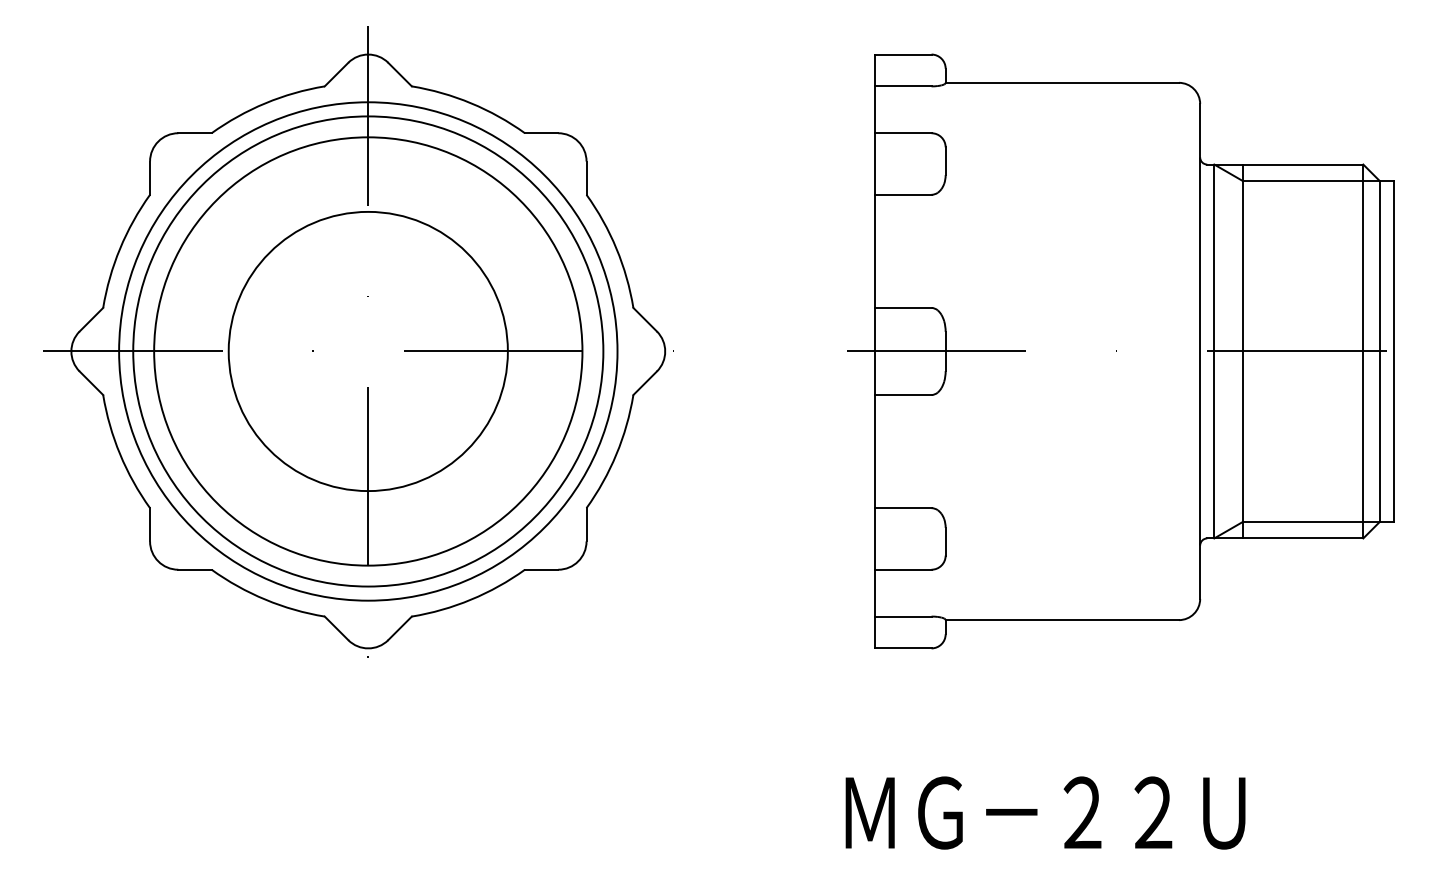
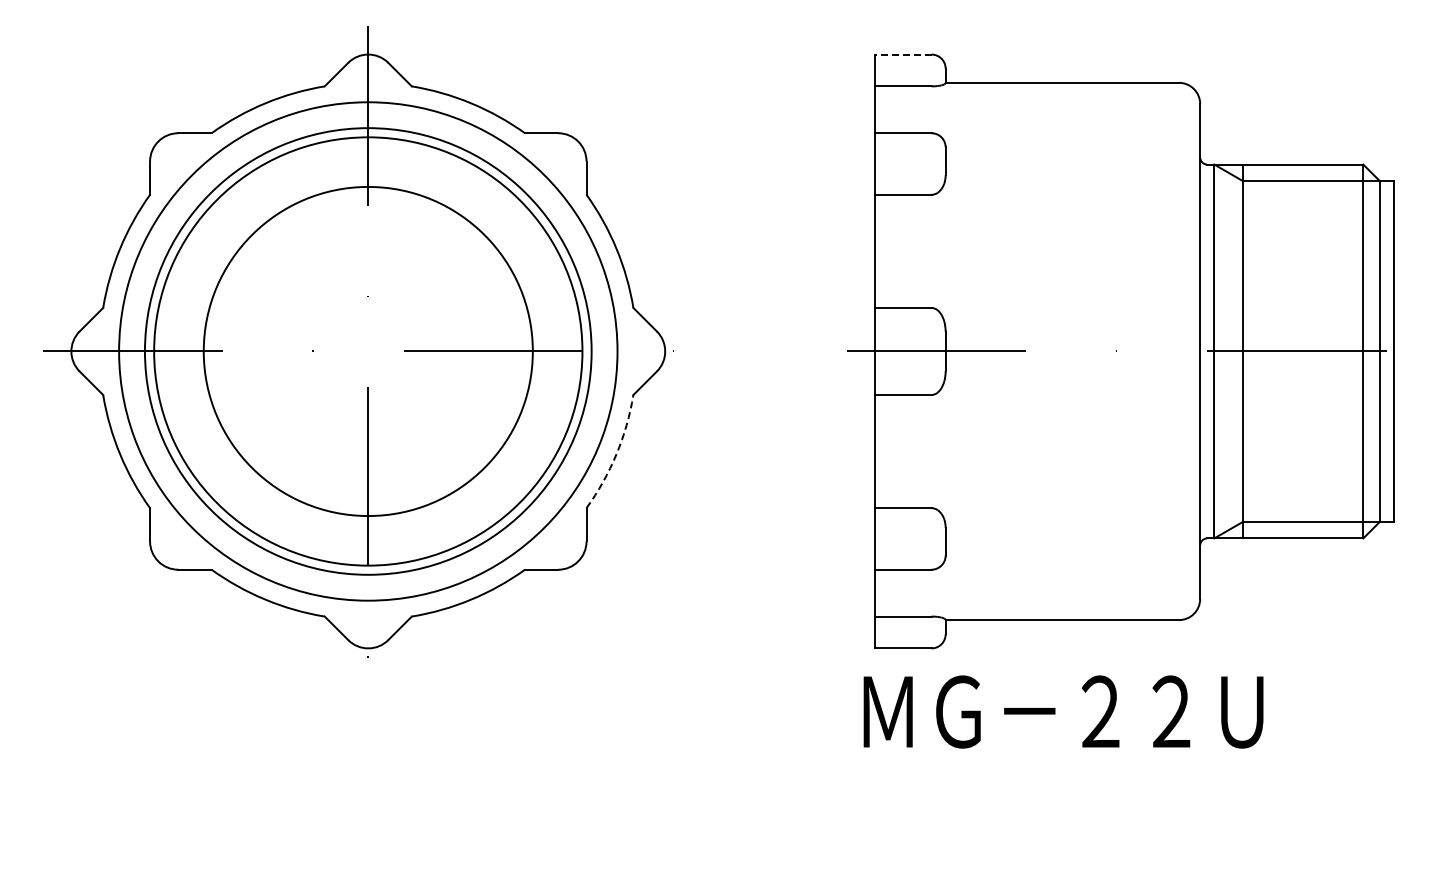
line at (902, 54): solid -> dashed
circle at (367, 351) diameter: 279 px -> 447 px
circle at (368, 351) diameter: 470 px -> 329 px
arc at (616, 454): solid -> dashed
text at (1045, 812) position: (1045, 812) -> (1063, 711)
